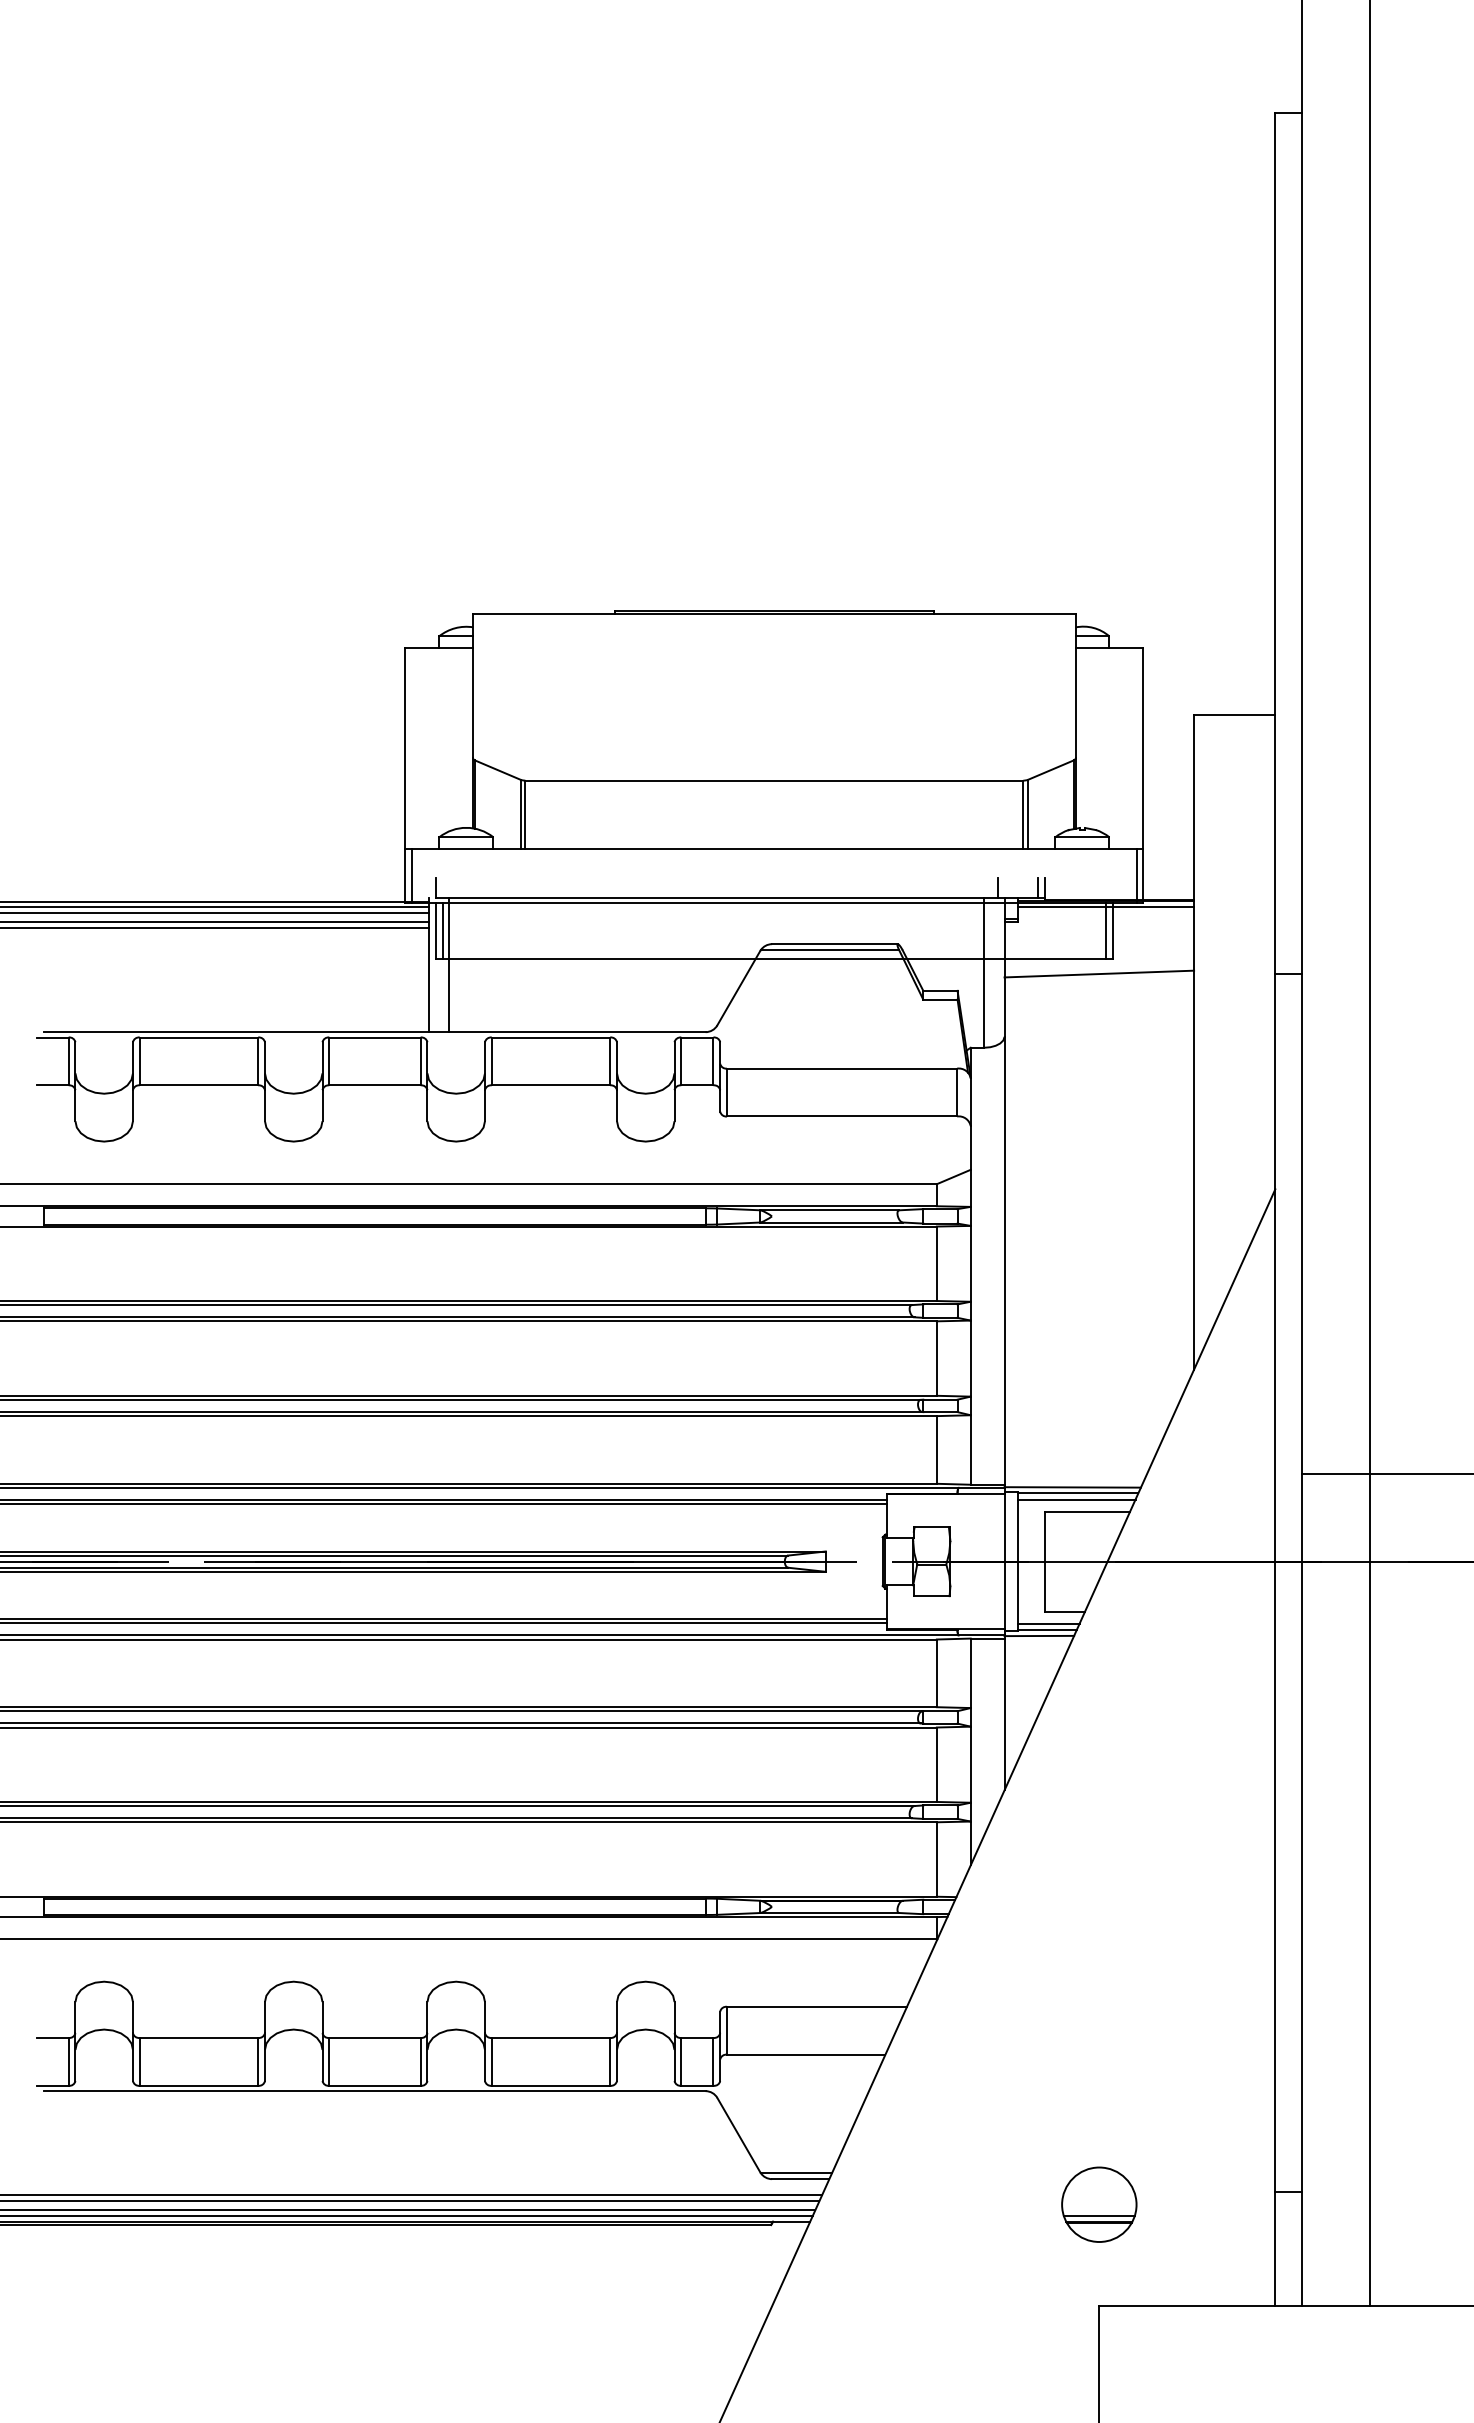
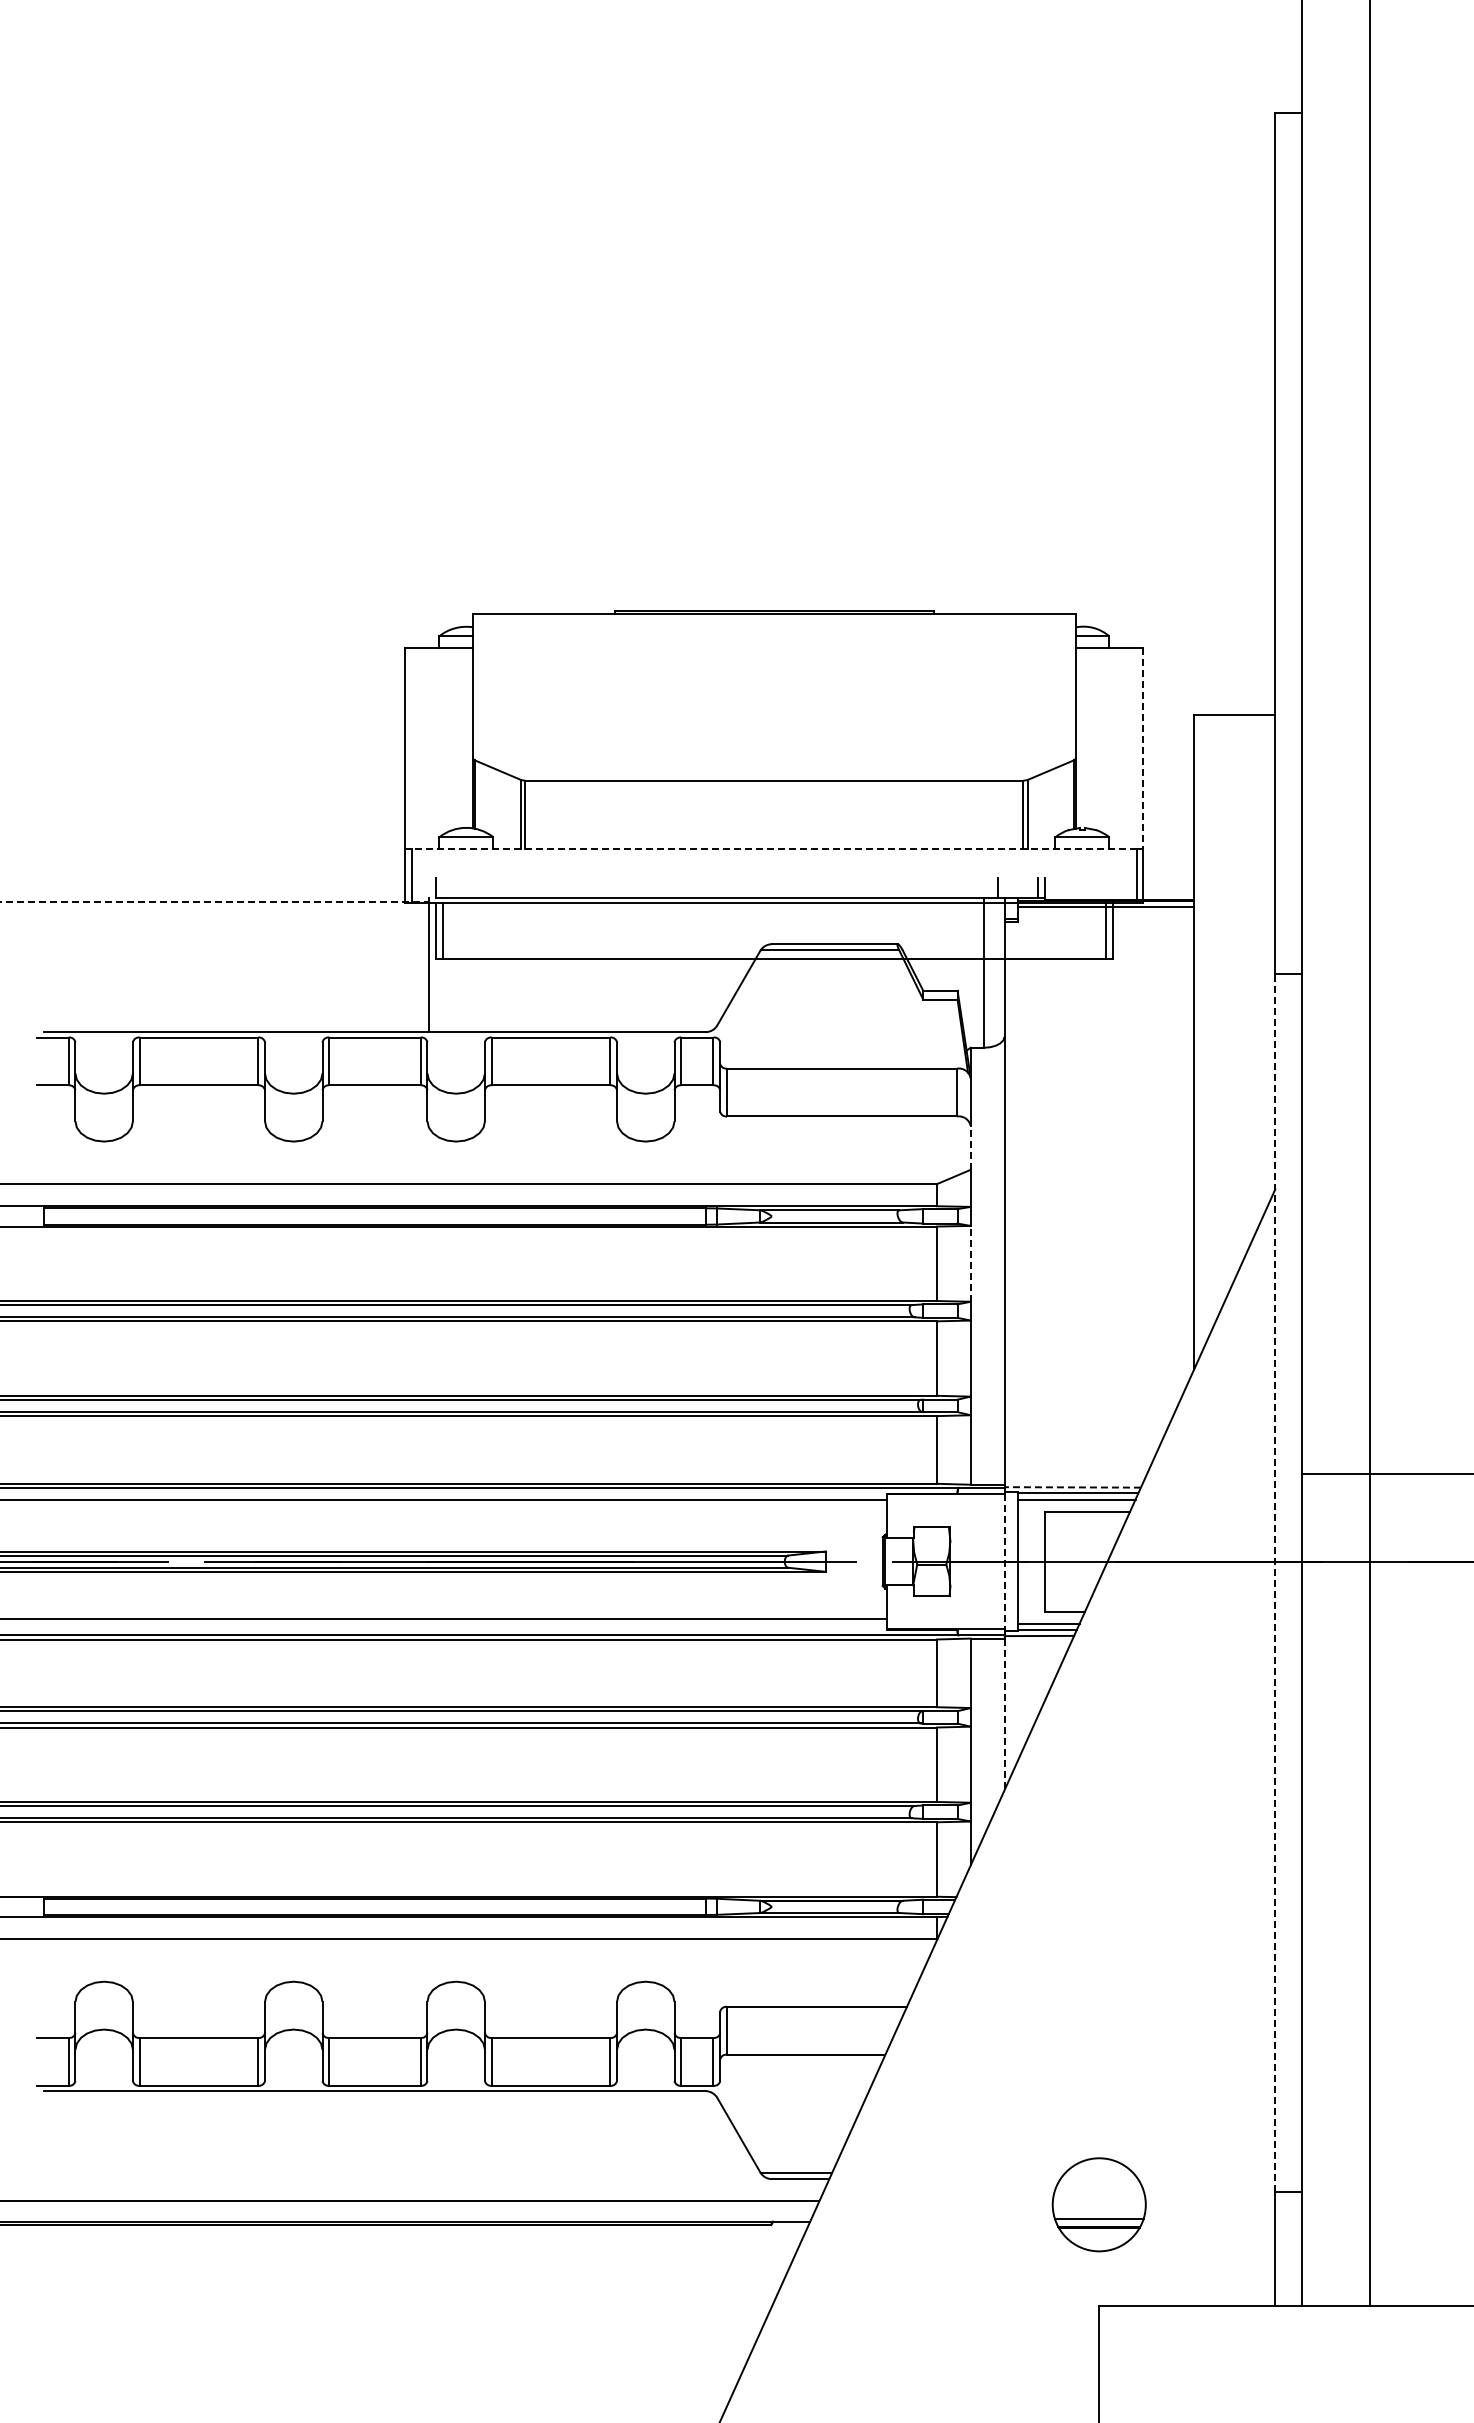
line at (1143, 748): solid -> dashed
line at (773, 848): solid -> dashed
line at (215, 901): solid -> dashed
line at (215, 907): present -> none
line at (215, 913): present -> none
line at (215, 922): present -> none
line at (215, 928): present -> none
line at (449, 965): present -> none
line at (1099, 973): present -> none
line at (970, 1147): solid -> dashed
line at (970, 1263): solid -> dashed
line at (1072, 1487): solid -> dashed
line at (444, 1504): present -> none
line at (1004, 1561): solid -> dashed
line at (1275, 1582): solid -> dashed
line at (444, 1623): present -> none
line at (1004, 1714): solid -> dashed
line at (412, 2195): present -> none
part at (1099, 2204) size: 77x77 px -> 96x96 px
line at (408, 2210): present -> none
line at (407, 2215): present -> none
